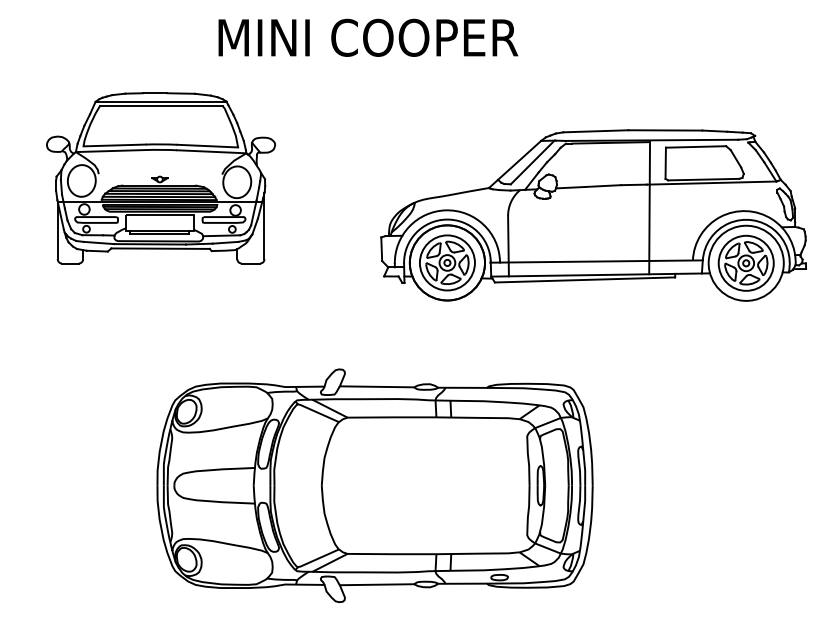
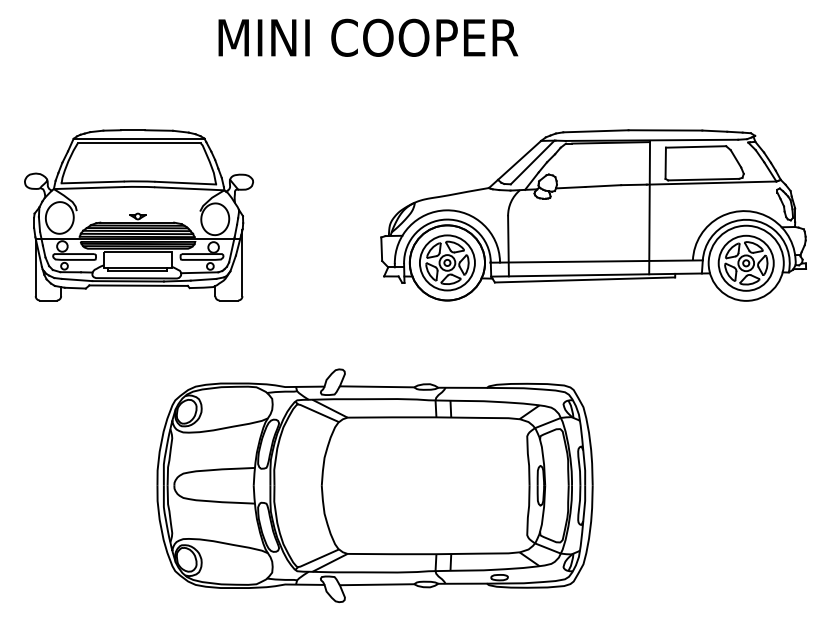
part at (160, 178) position: (160, 178) -> (138, 215)
